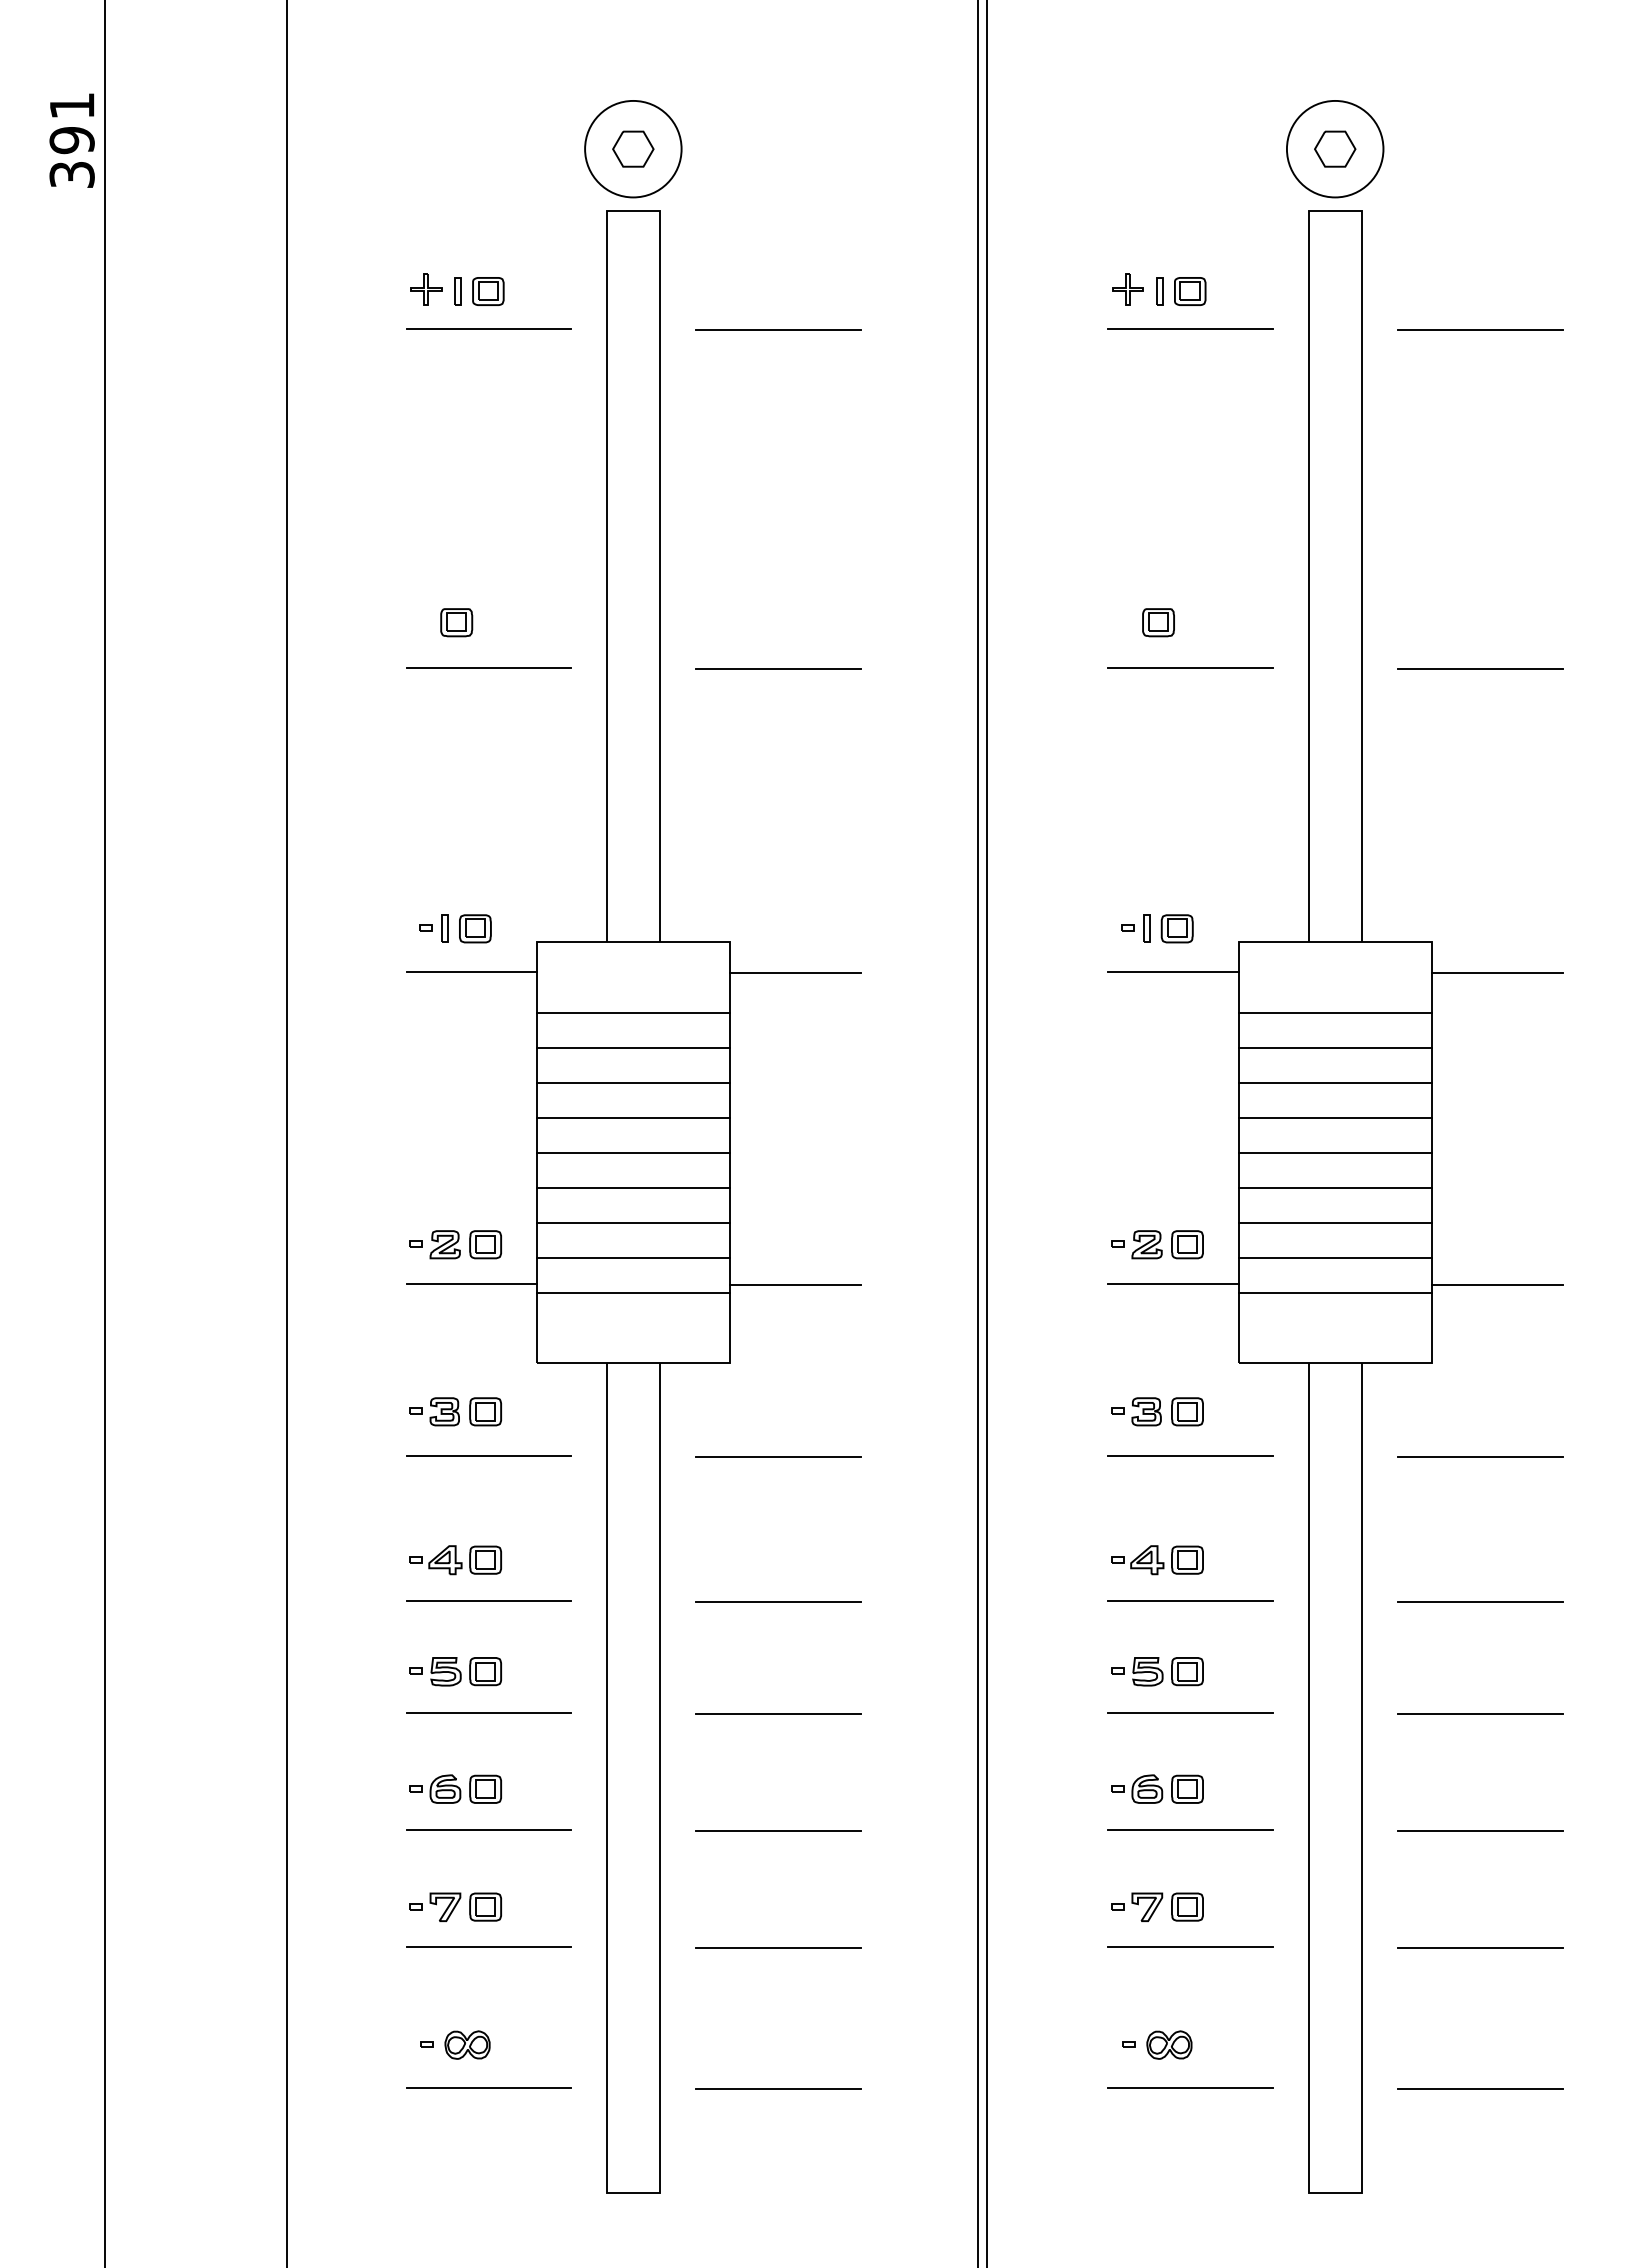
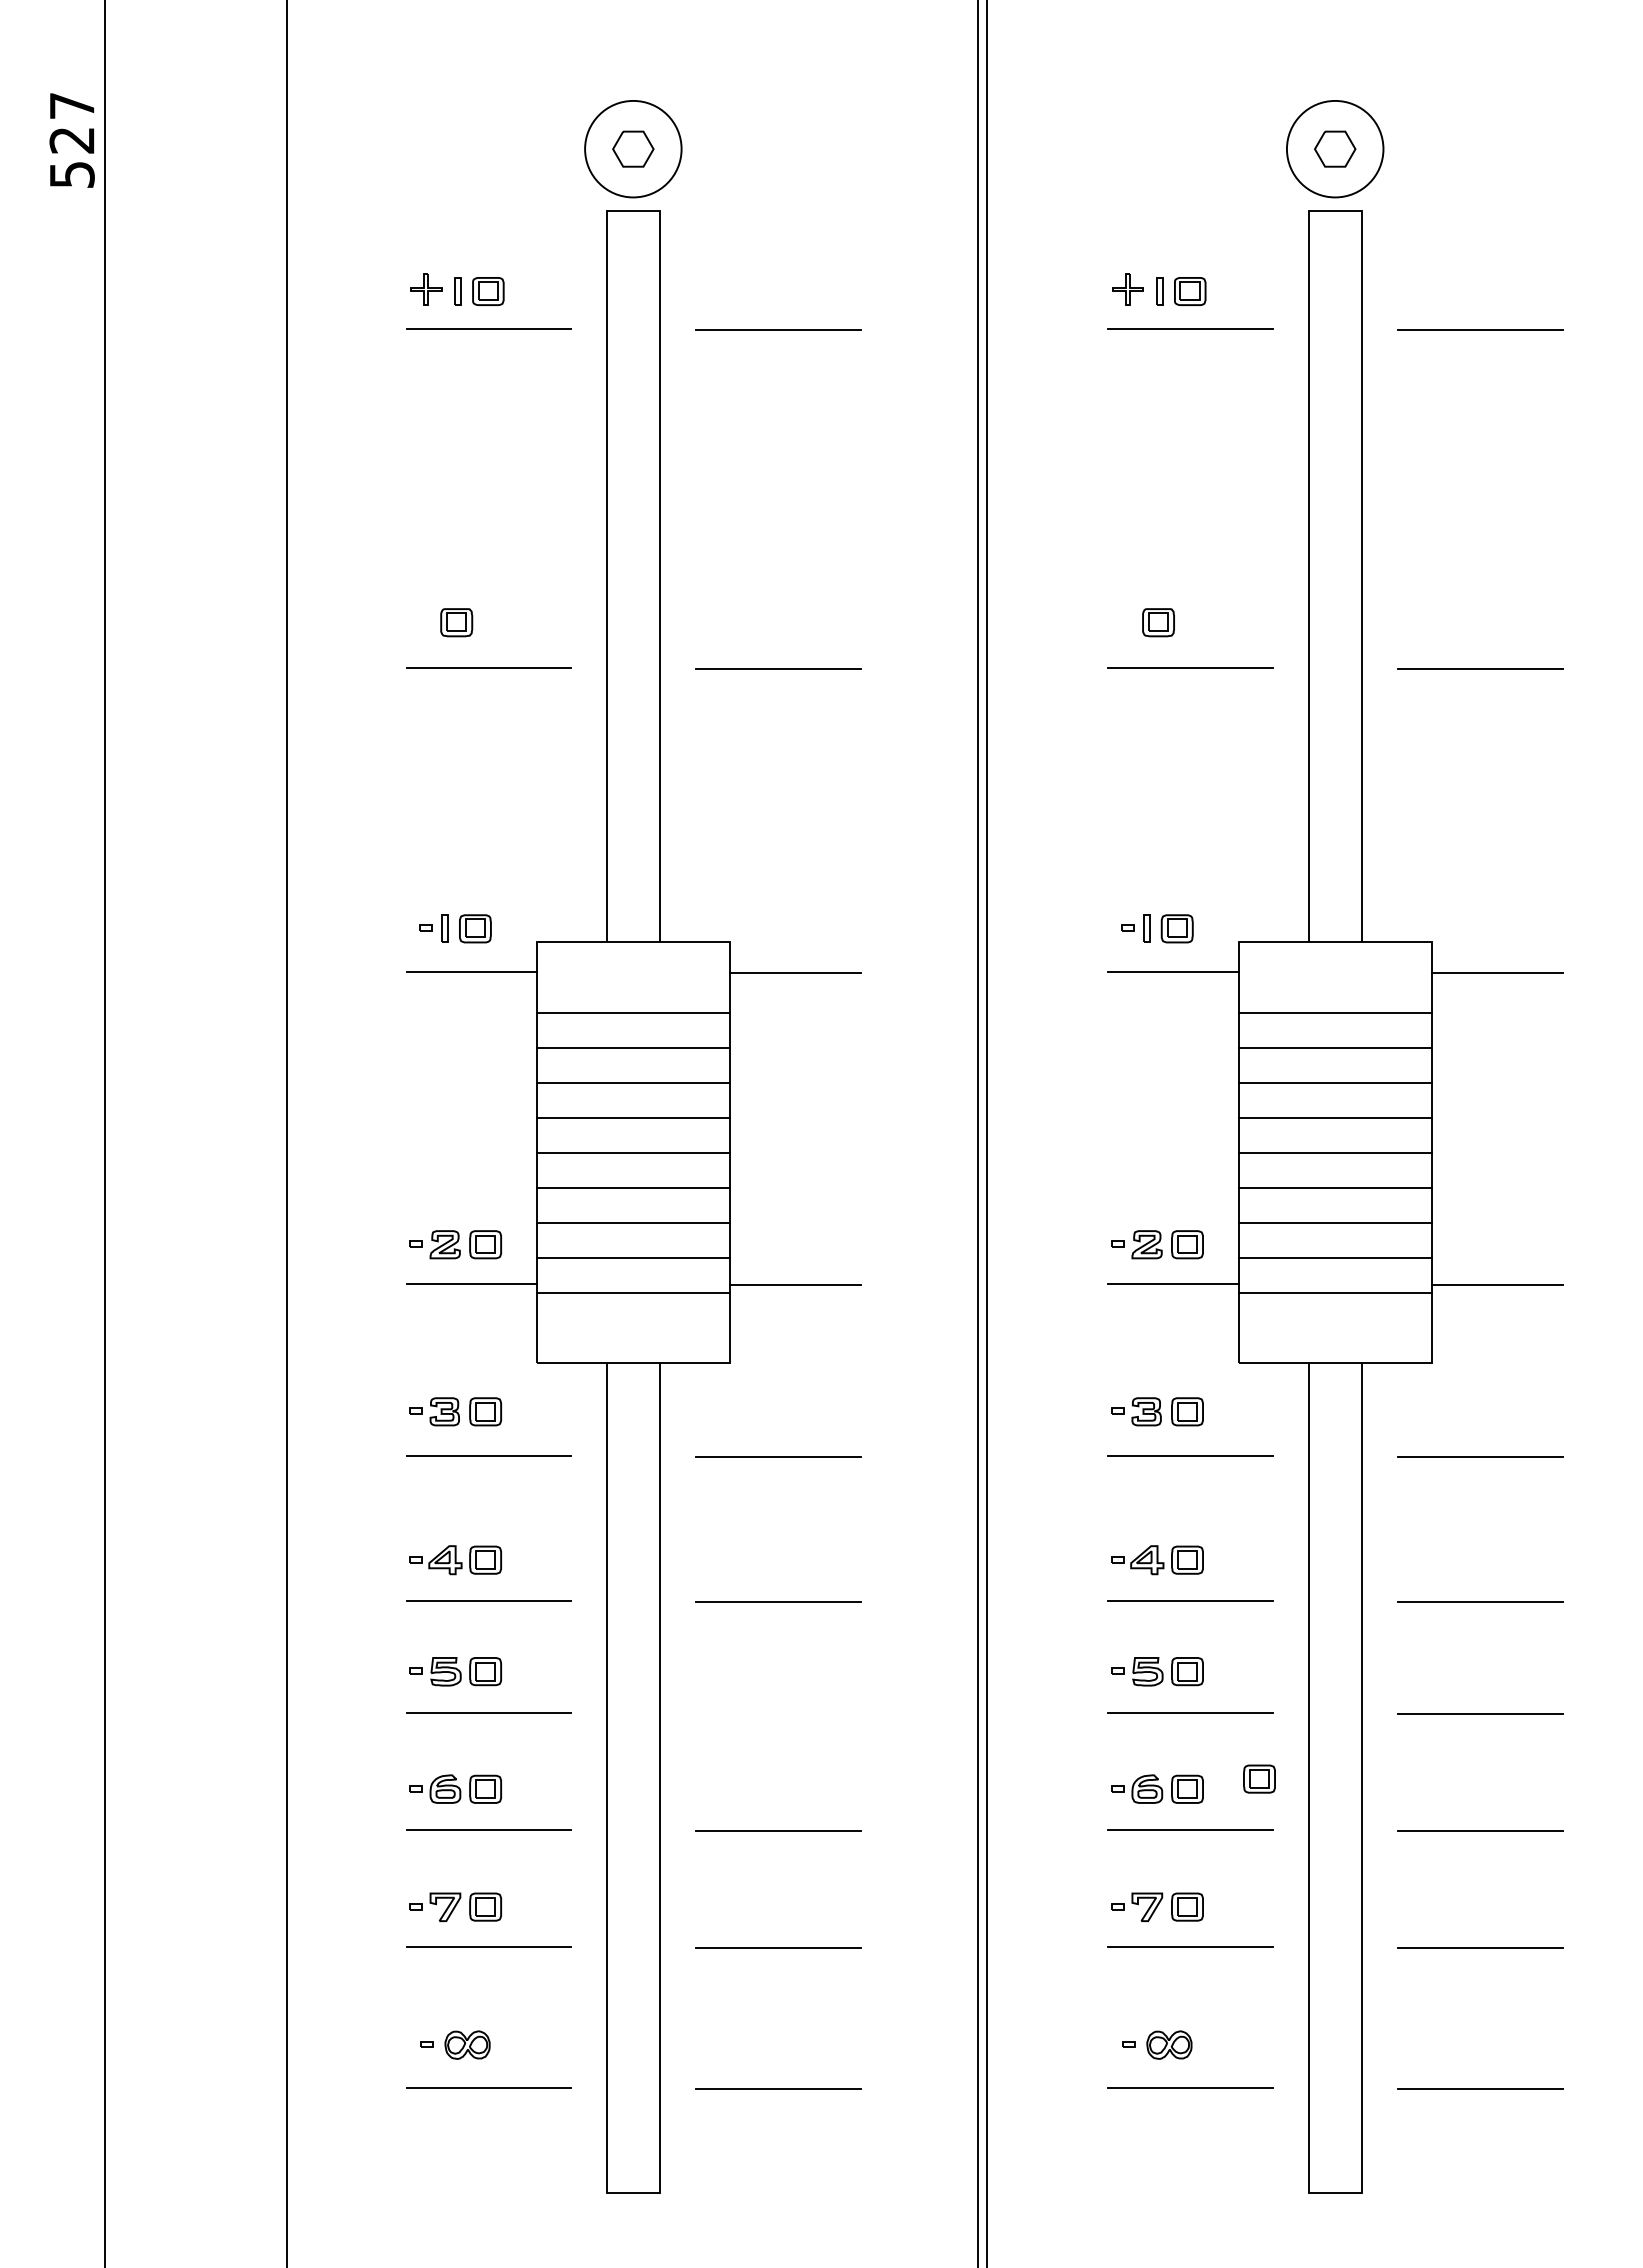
text at (71, 140): 391 -> 527
line at (778, 1713): present -> none
part at (1259, 1778): none -> present
